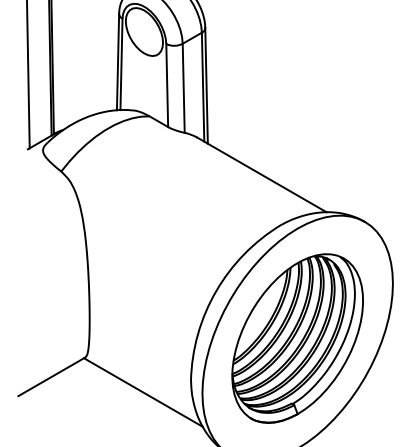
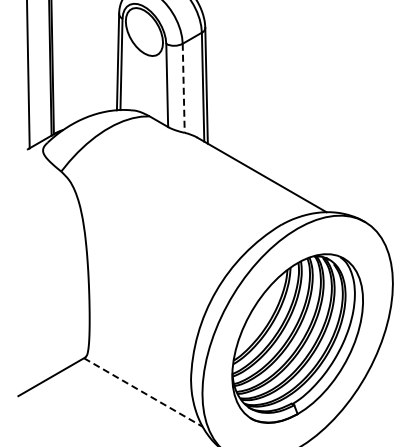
line at (183, 88): solid -> dashed
line at (143, 392): solid -> dashed
